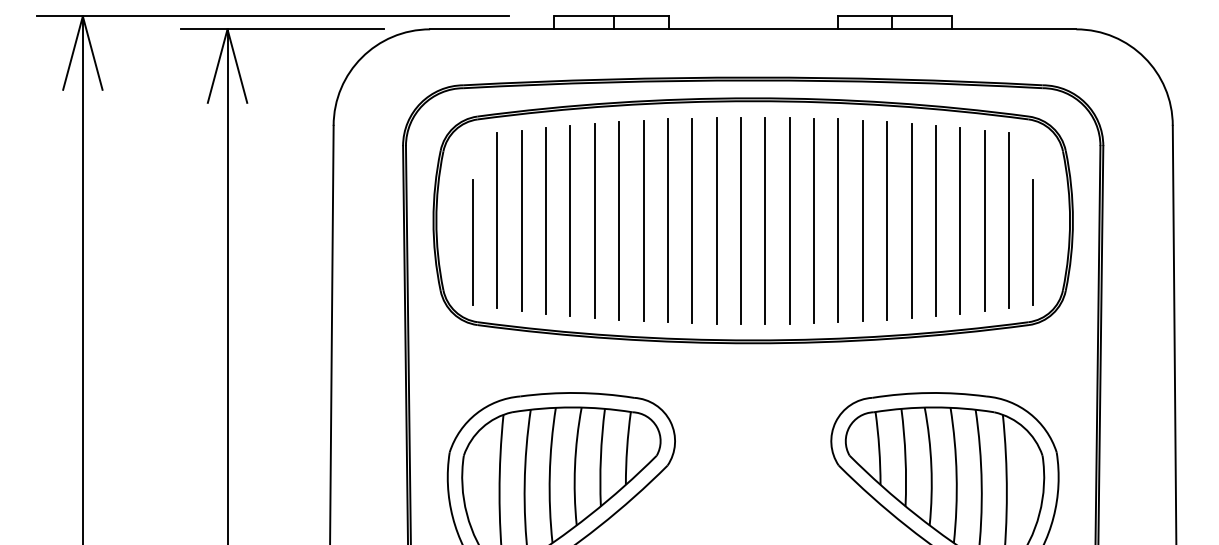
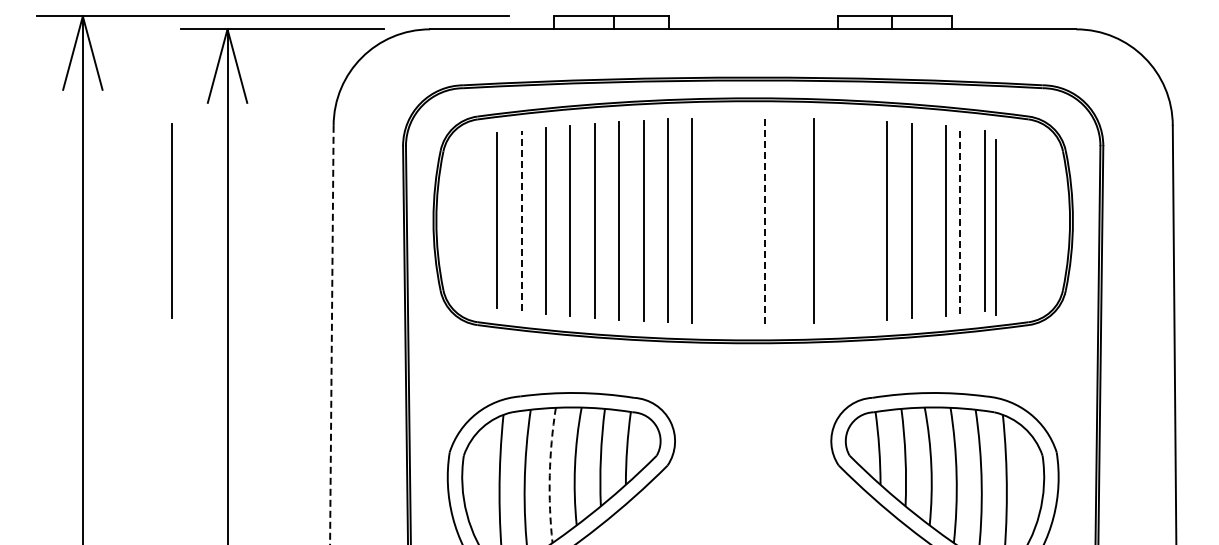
line at (171, 220): none -> present
line at (521, 220): solid -> dashed
line at (716, 220): present -> none
line at (741, 220): present -> none
line at (765, 220): solid -> dashed
line at (789, 220): present -> none
line at (838, 220): present -> none
line at (862, 220): present -> none
line at (935, 220) position: (935, 220) -> (945, 220)
line at (960, 220): solid -> dashed
line at (1008, 220) position: (1008, 220) -> (995, 227)
line at (473, 242): present -> none
line at (1033, 242): present -> none
line at (331, 335): solid -> dashed
arc at (549, 475): solid -> dashed
